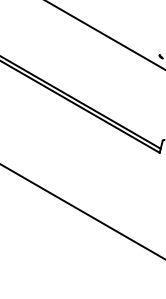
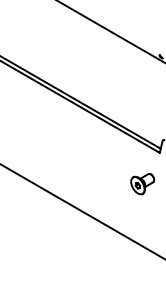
line at (105, 35) position: (105, 35) -> (110, 31)
part at (142, 184): none -> present
